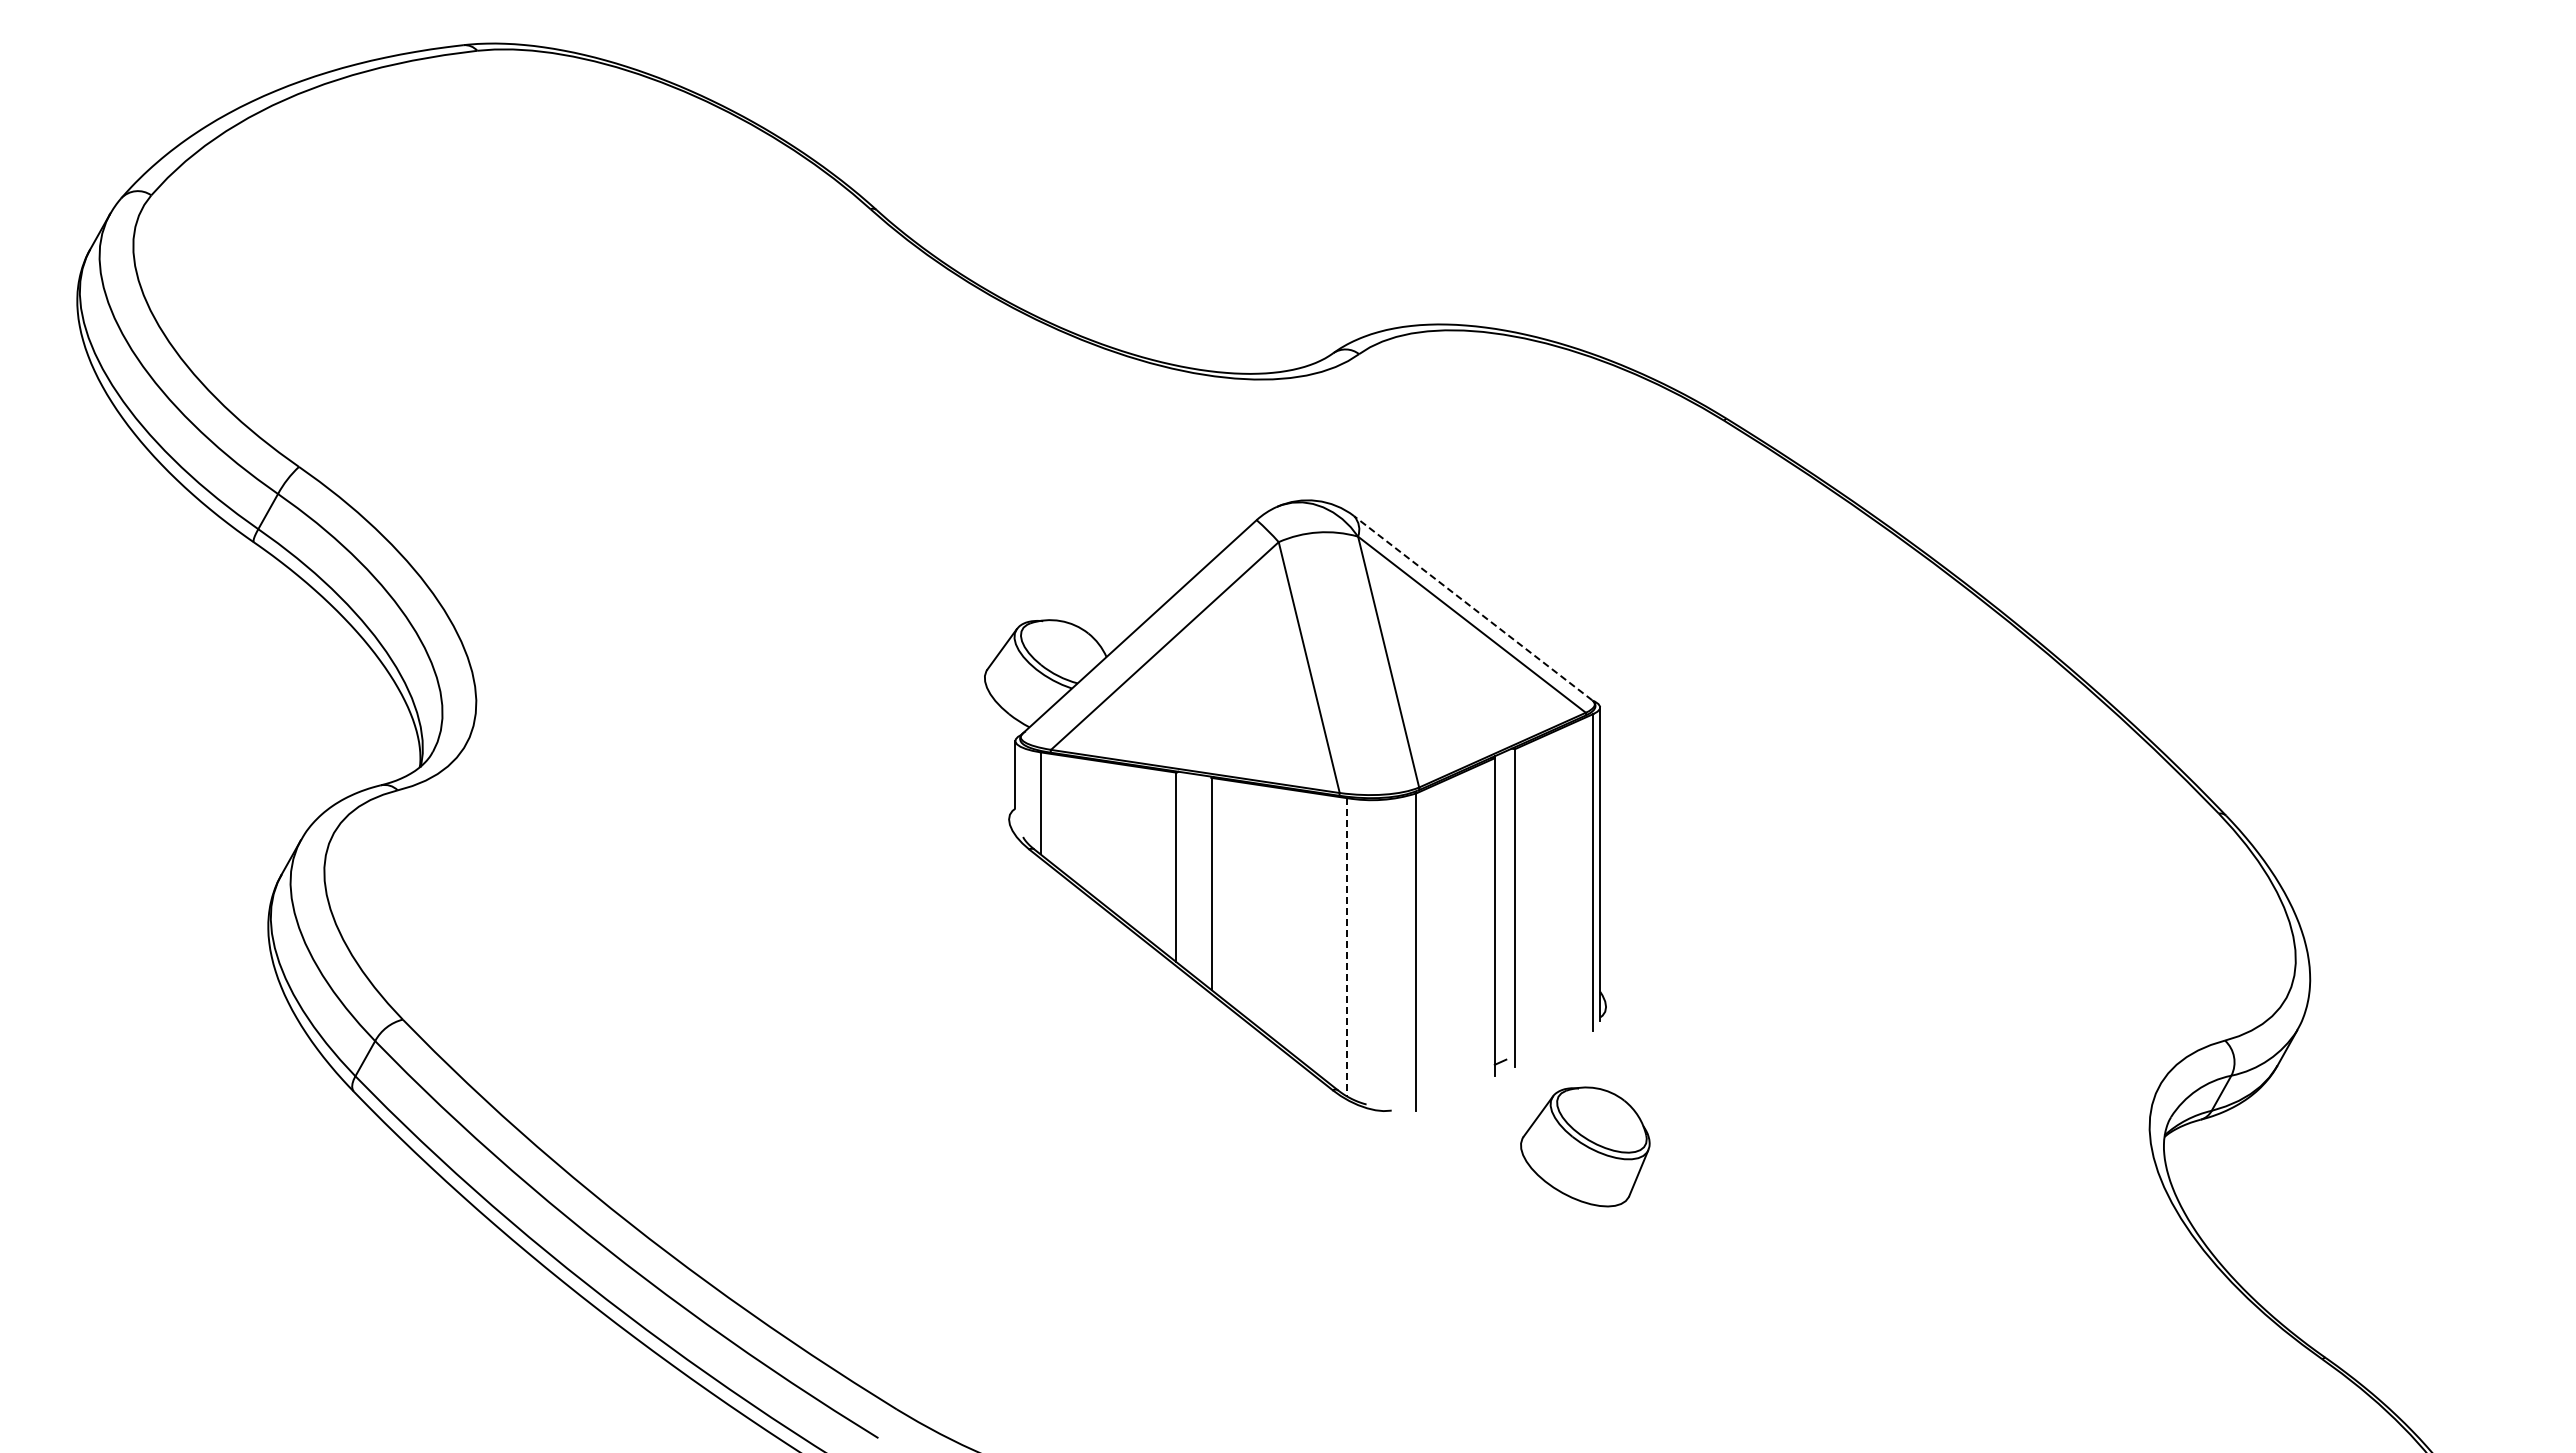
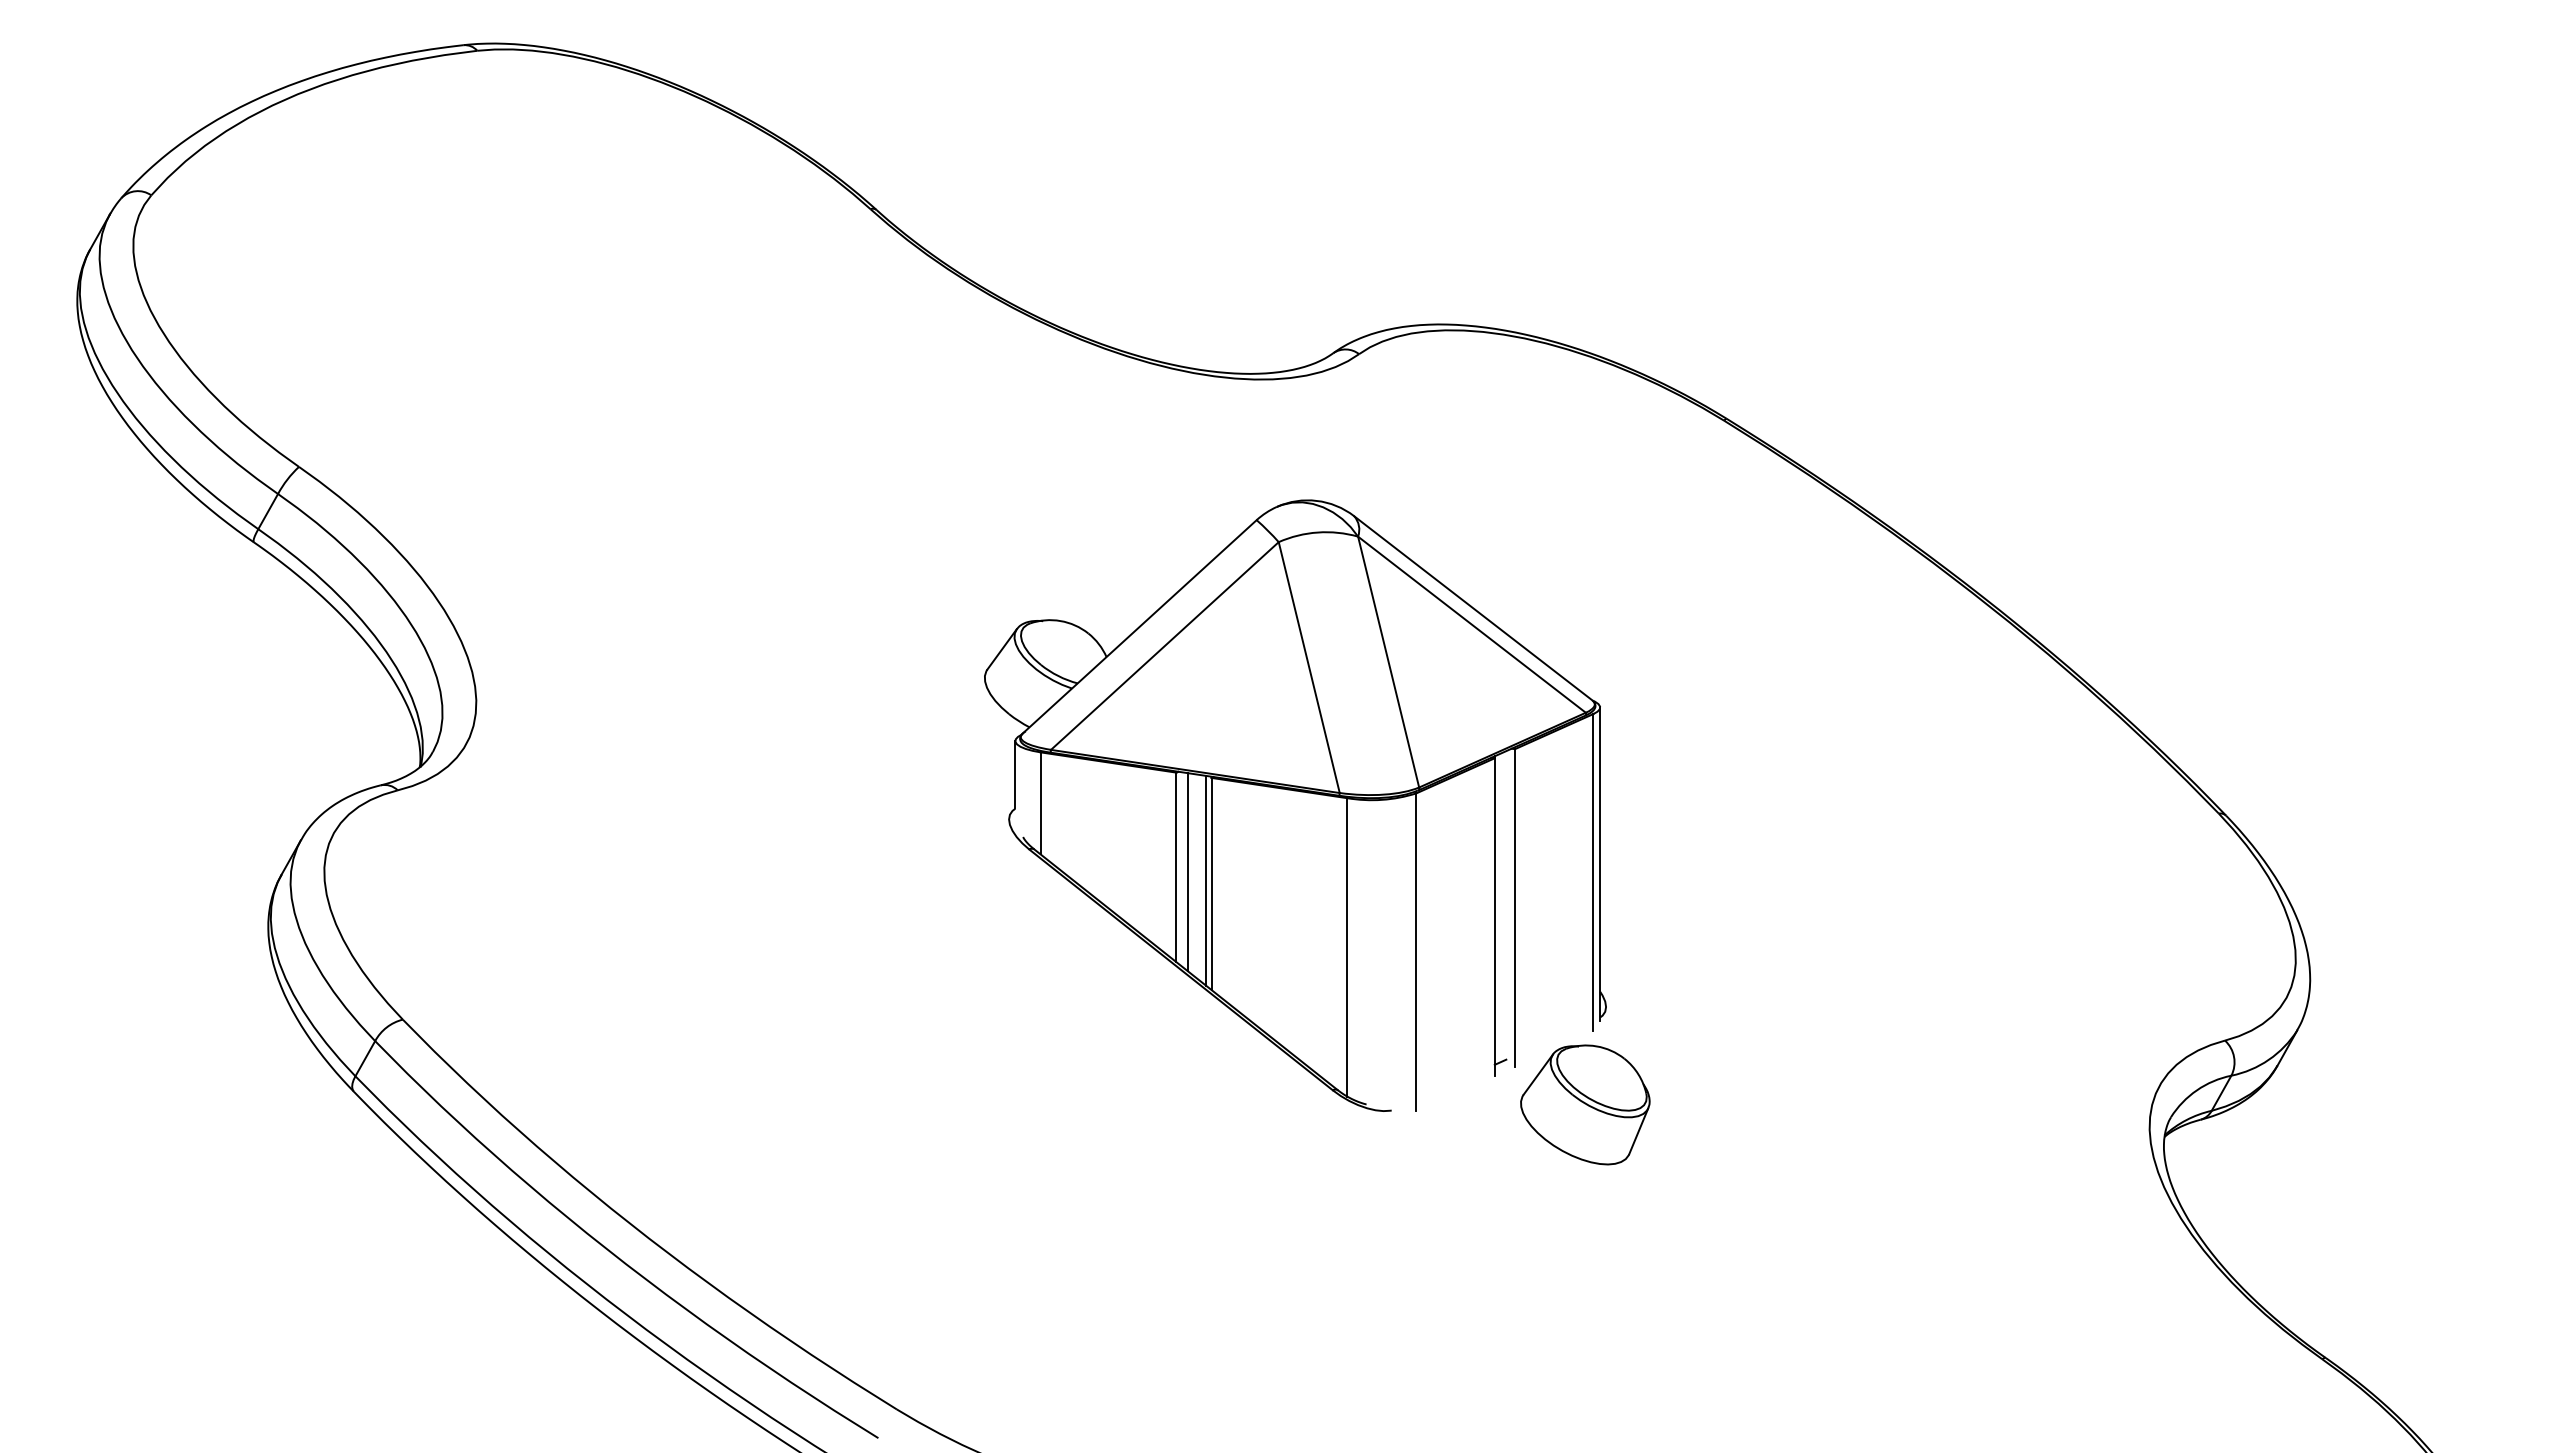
line at (1472, 607): dashed -> solid
line at (1188, 872): none -> present
line at (1206, 880): none -> present
line at (1347, 947): dashed -> solid
part at (1585, 1146) position: (1585, 1146) -> (1585, 1104)
